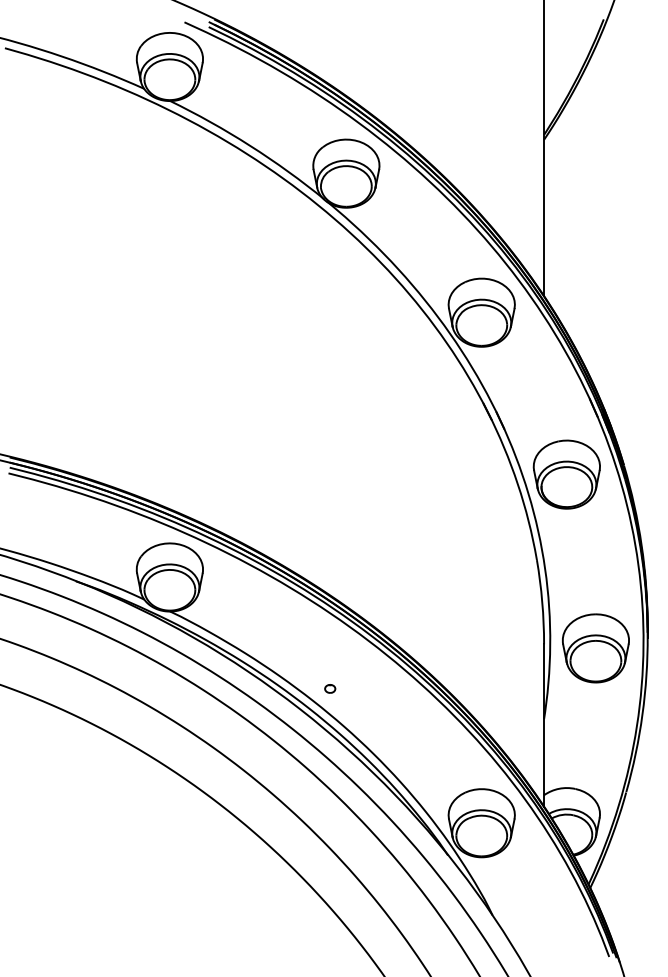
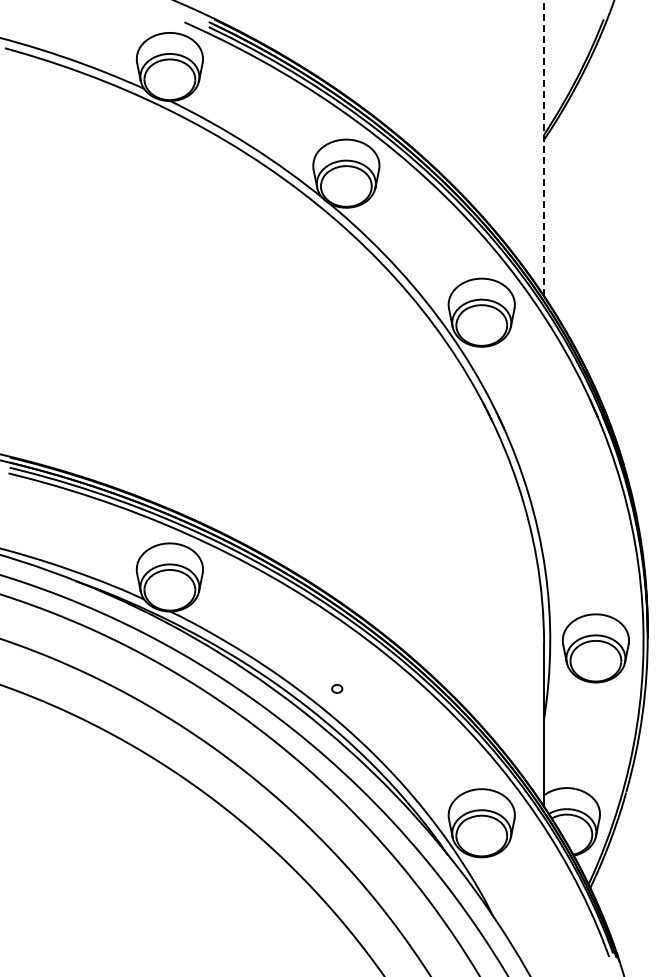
line at (544, 148): solid -> dashed
part at (566, 474): present -> none
part at (330, 688) position: (330, 688) -> (337, 688)
